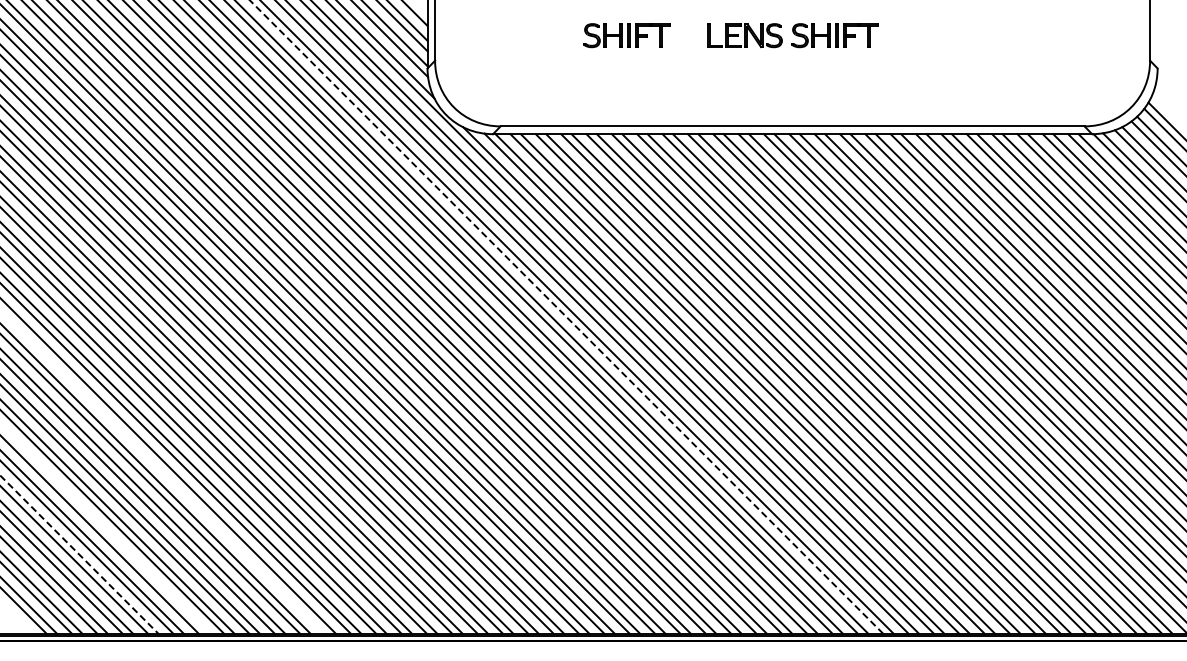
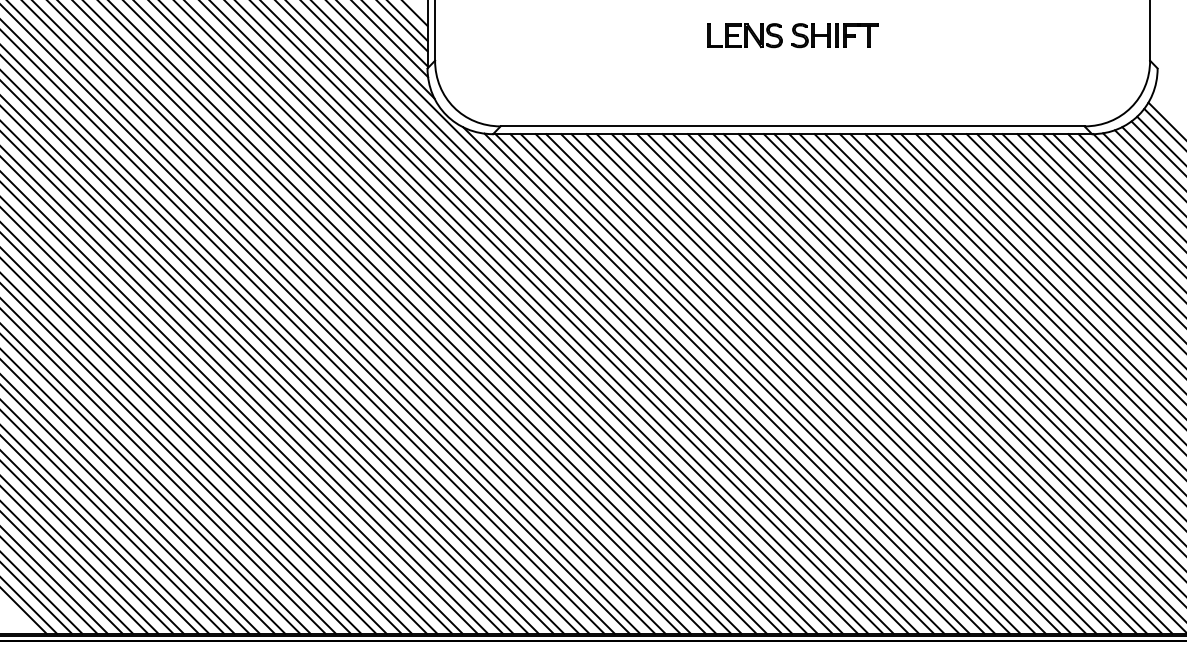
part at (626, 35): present -> none
line at (566, 317): dashed -> solid
line at (163, 471): none -> present
line at (105, 530): none -> present
line at (79, 554): dashed -> solid
